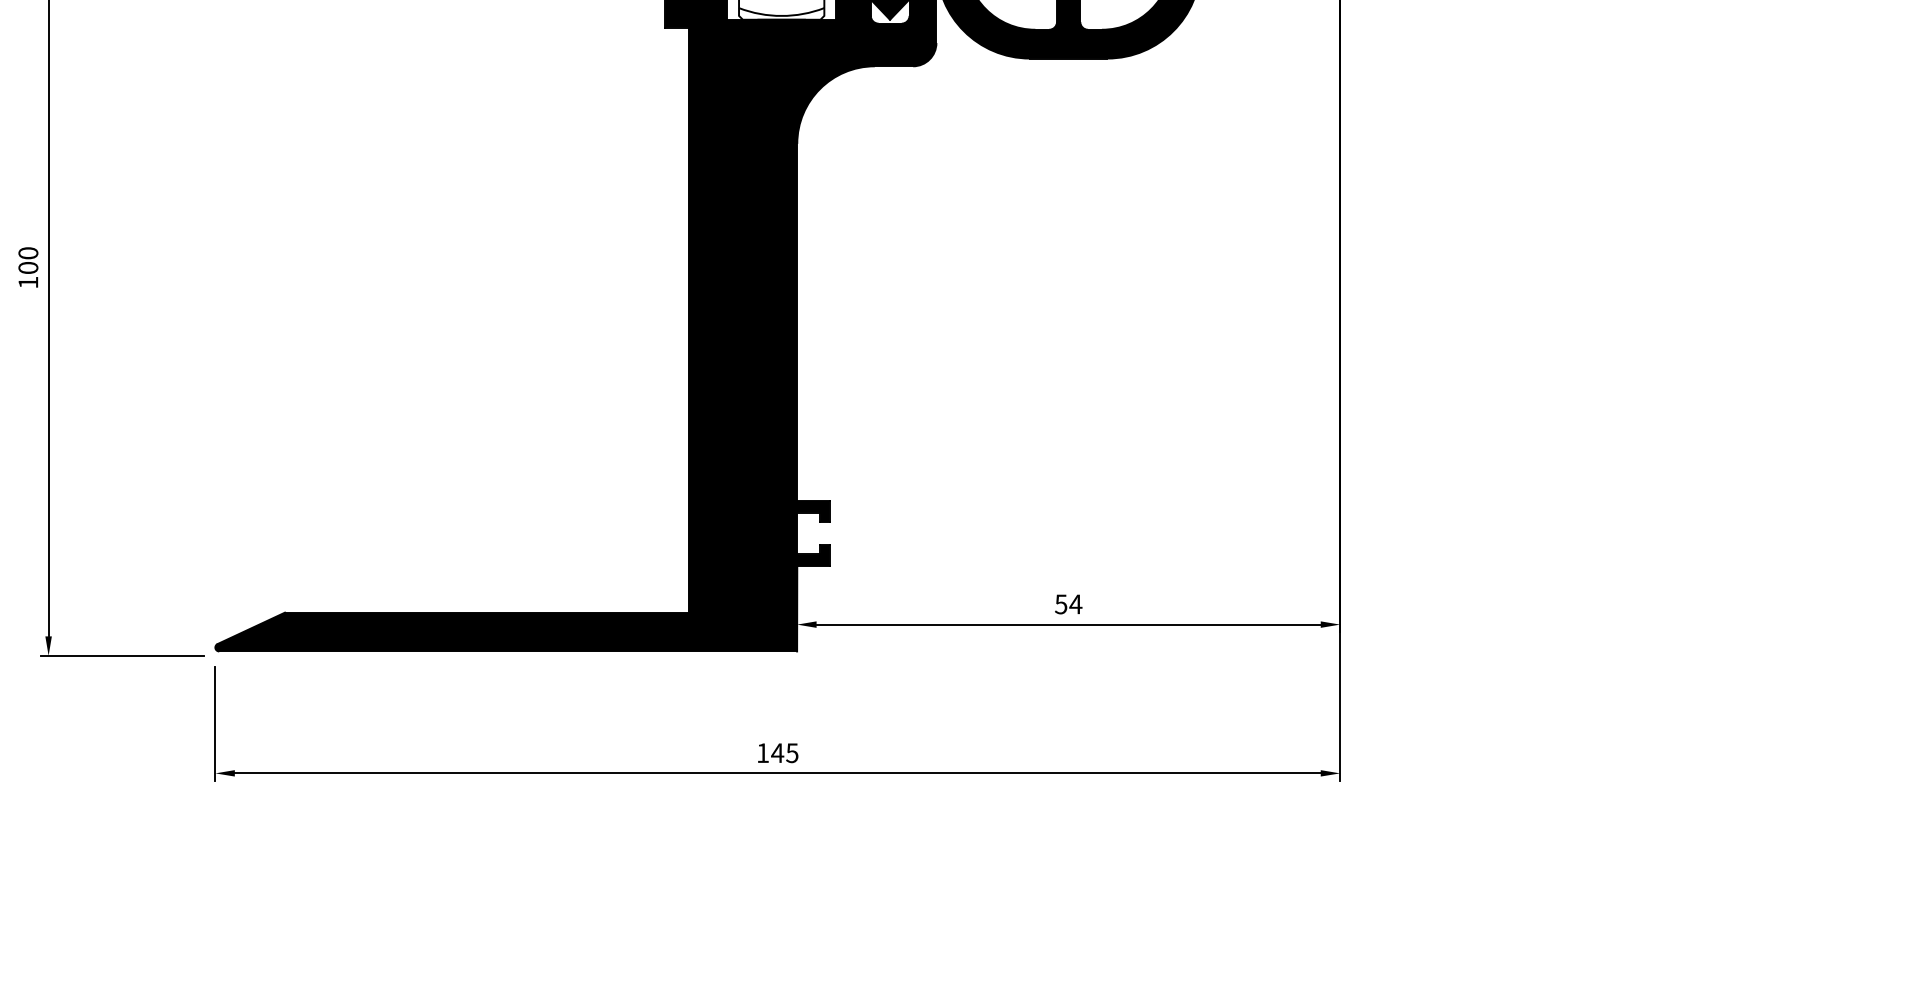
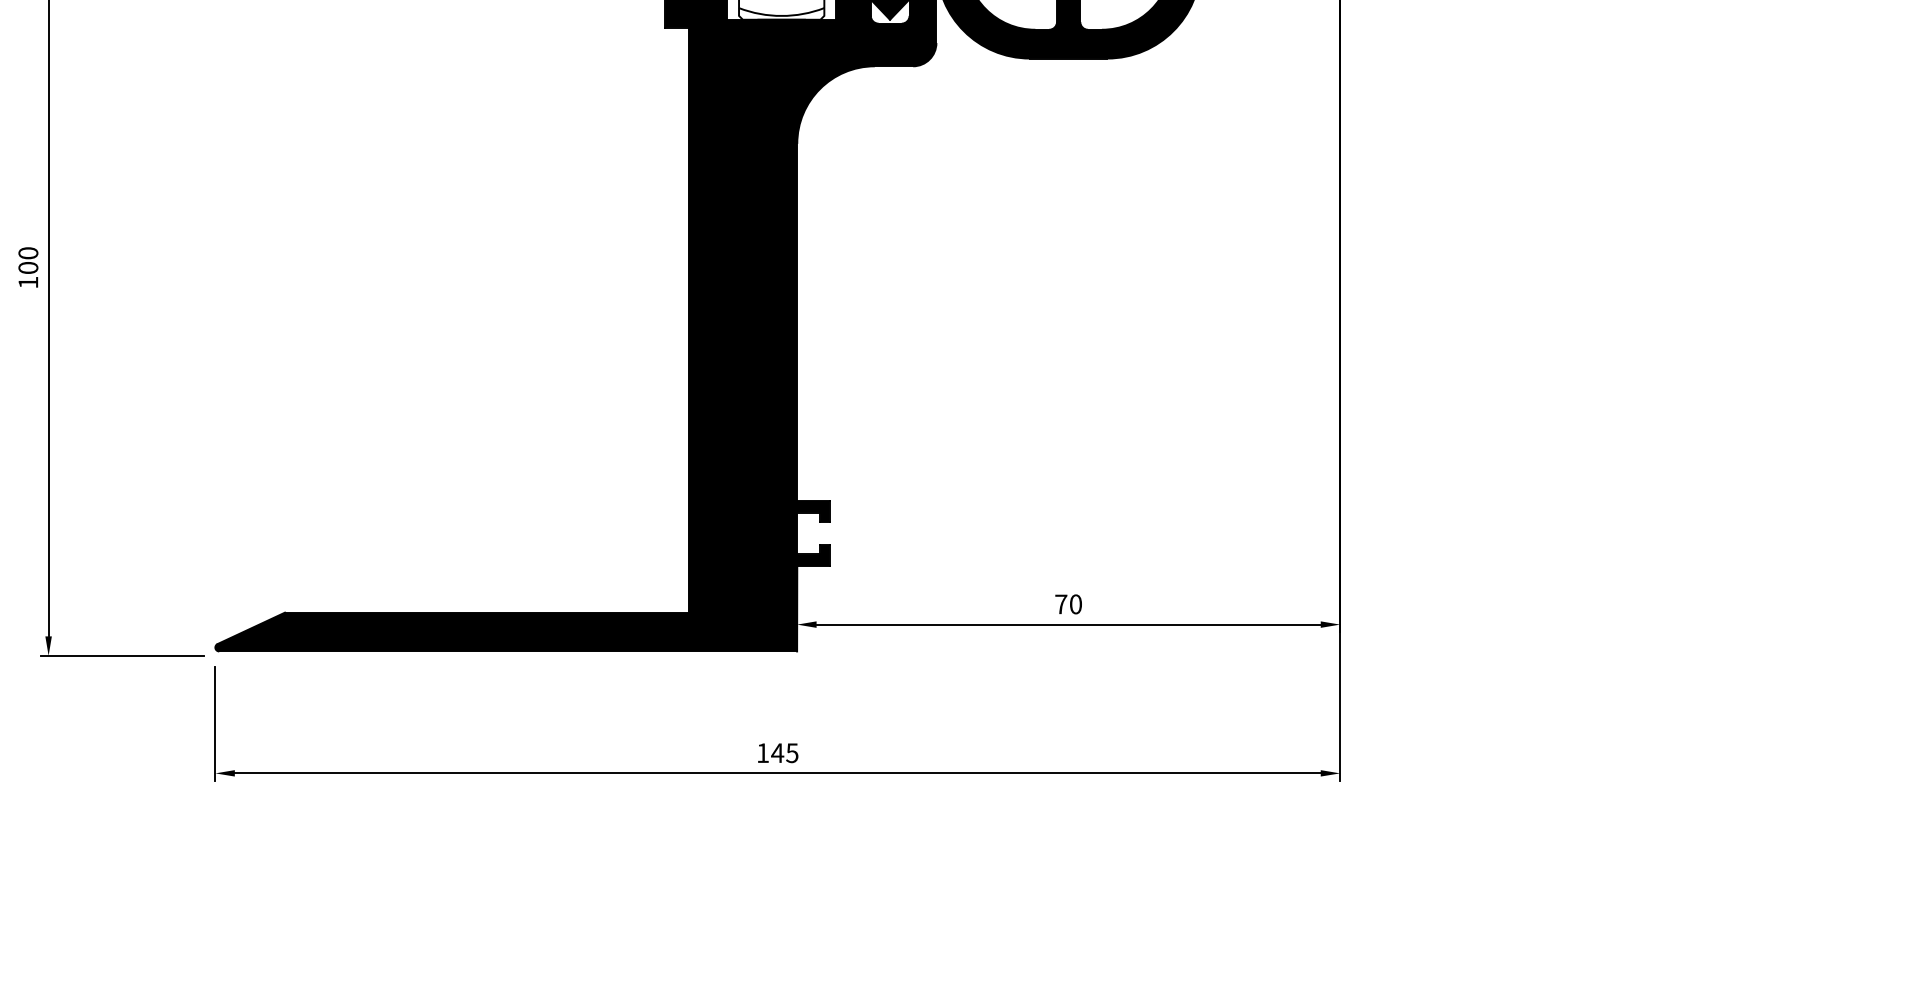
text at (1068, 604): 54 -> 70
